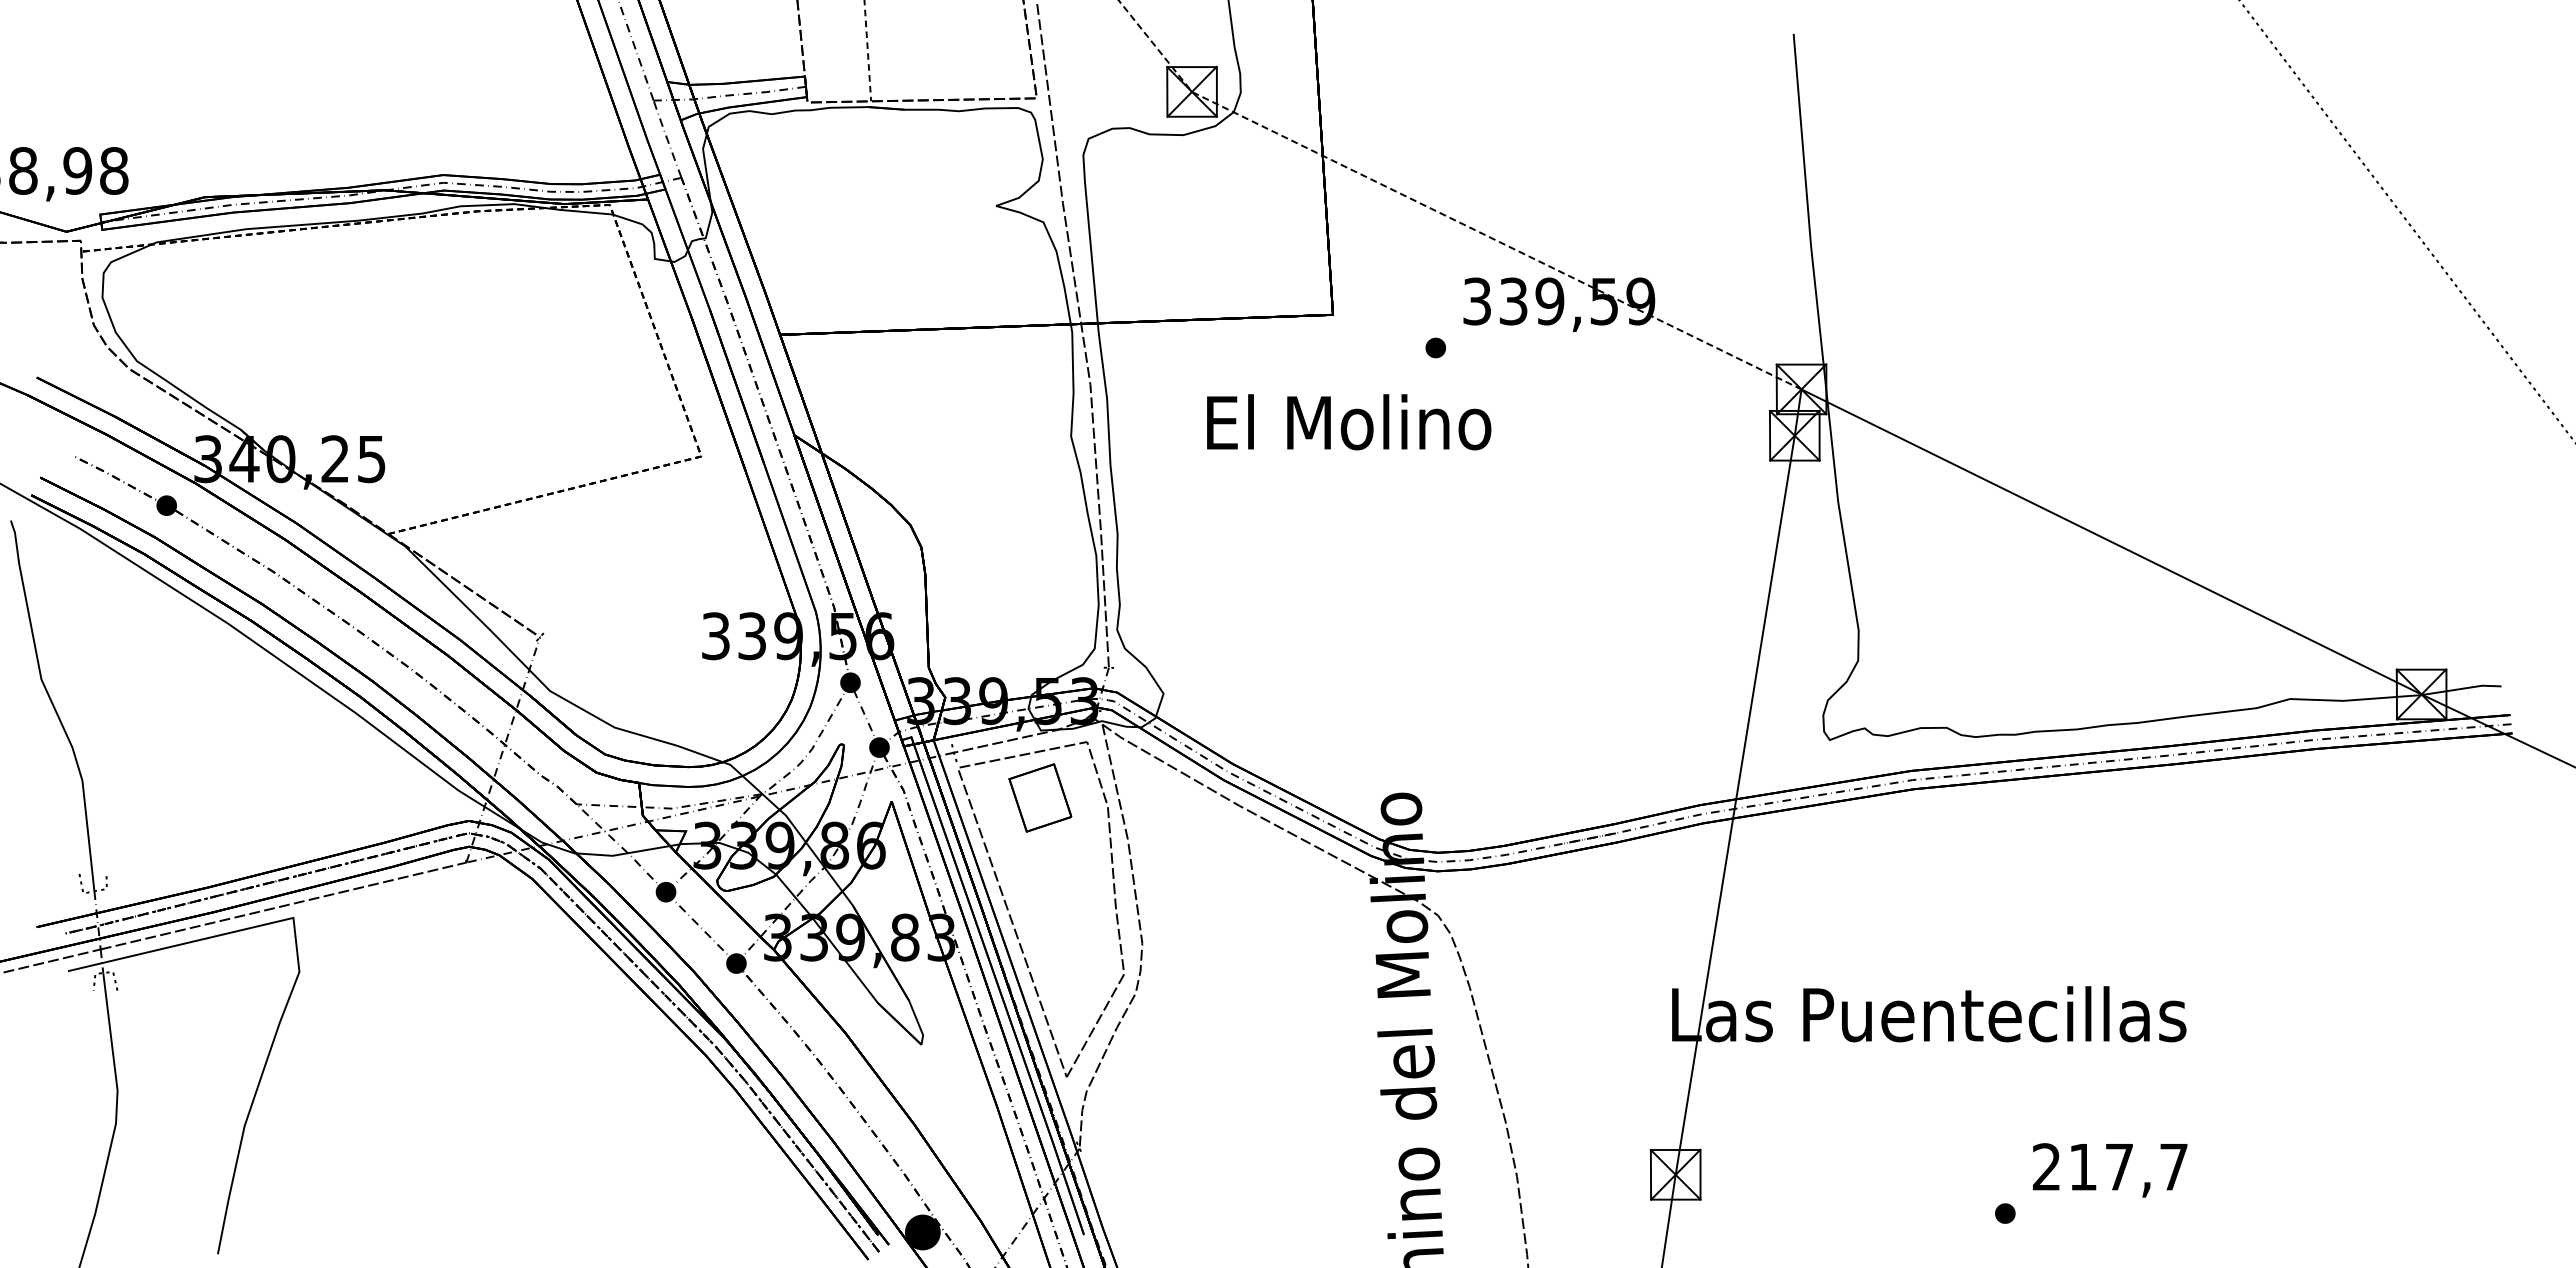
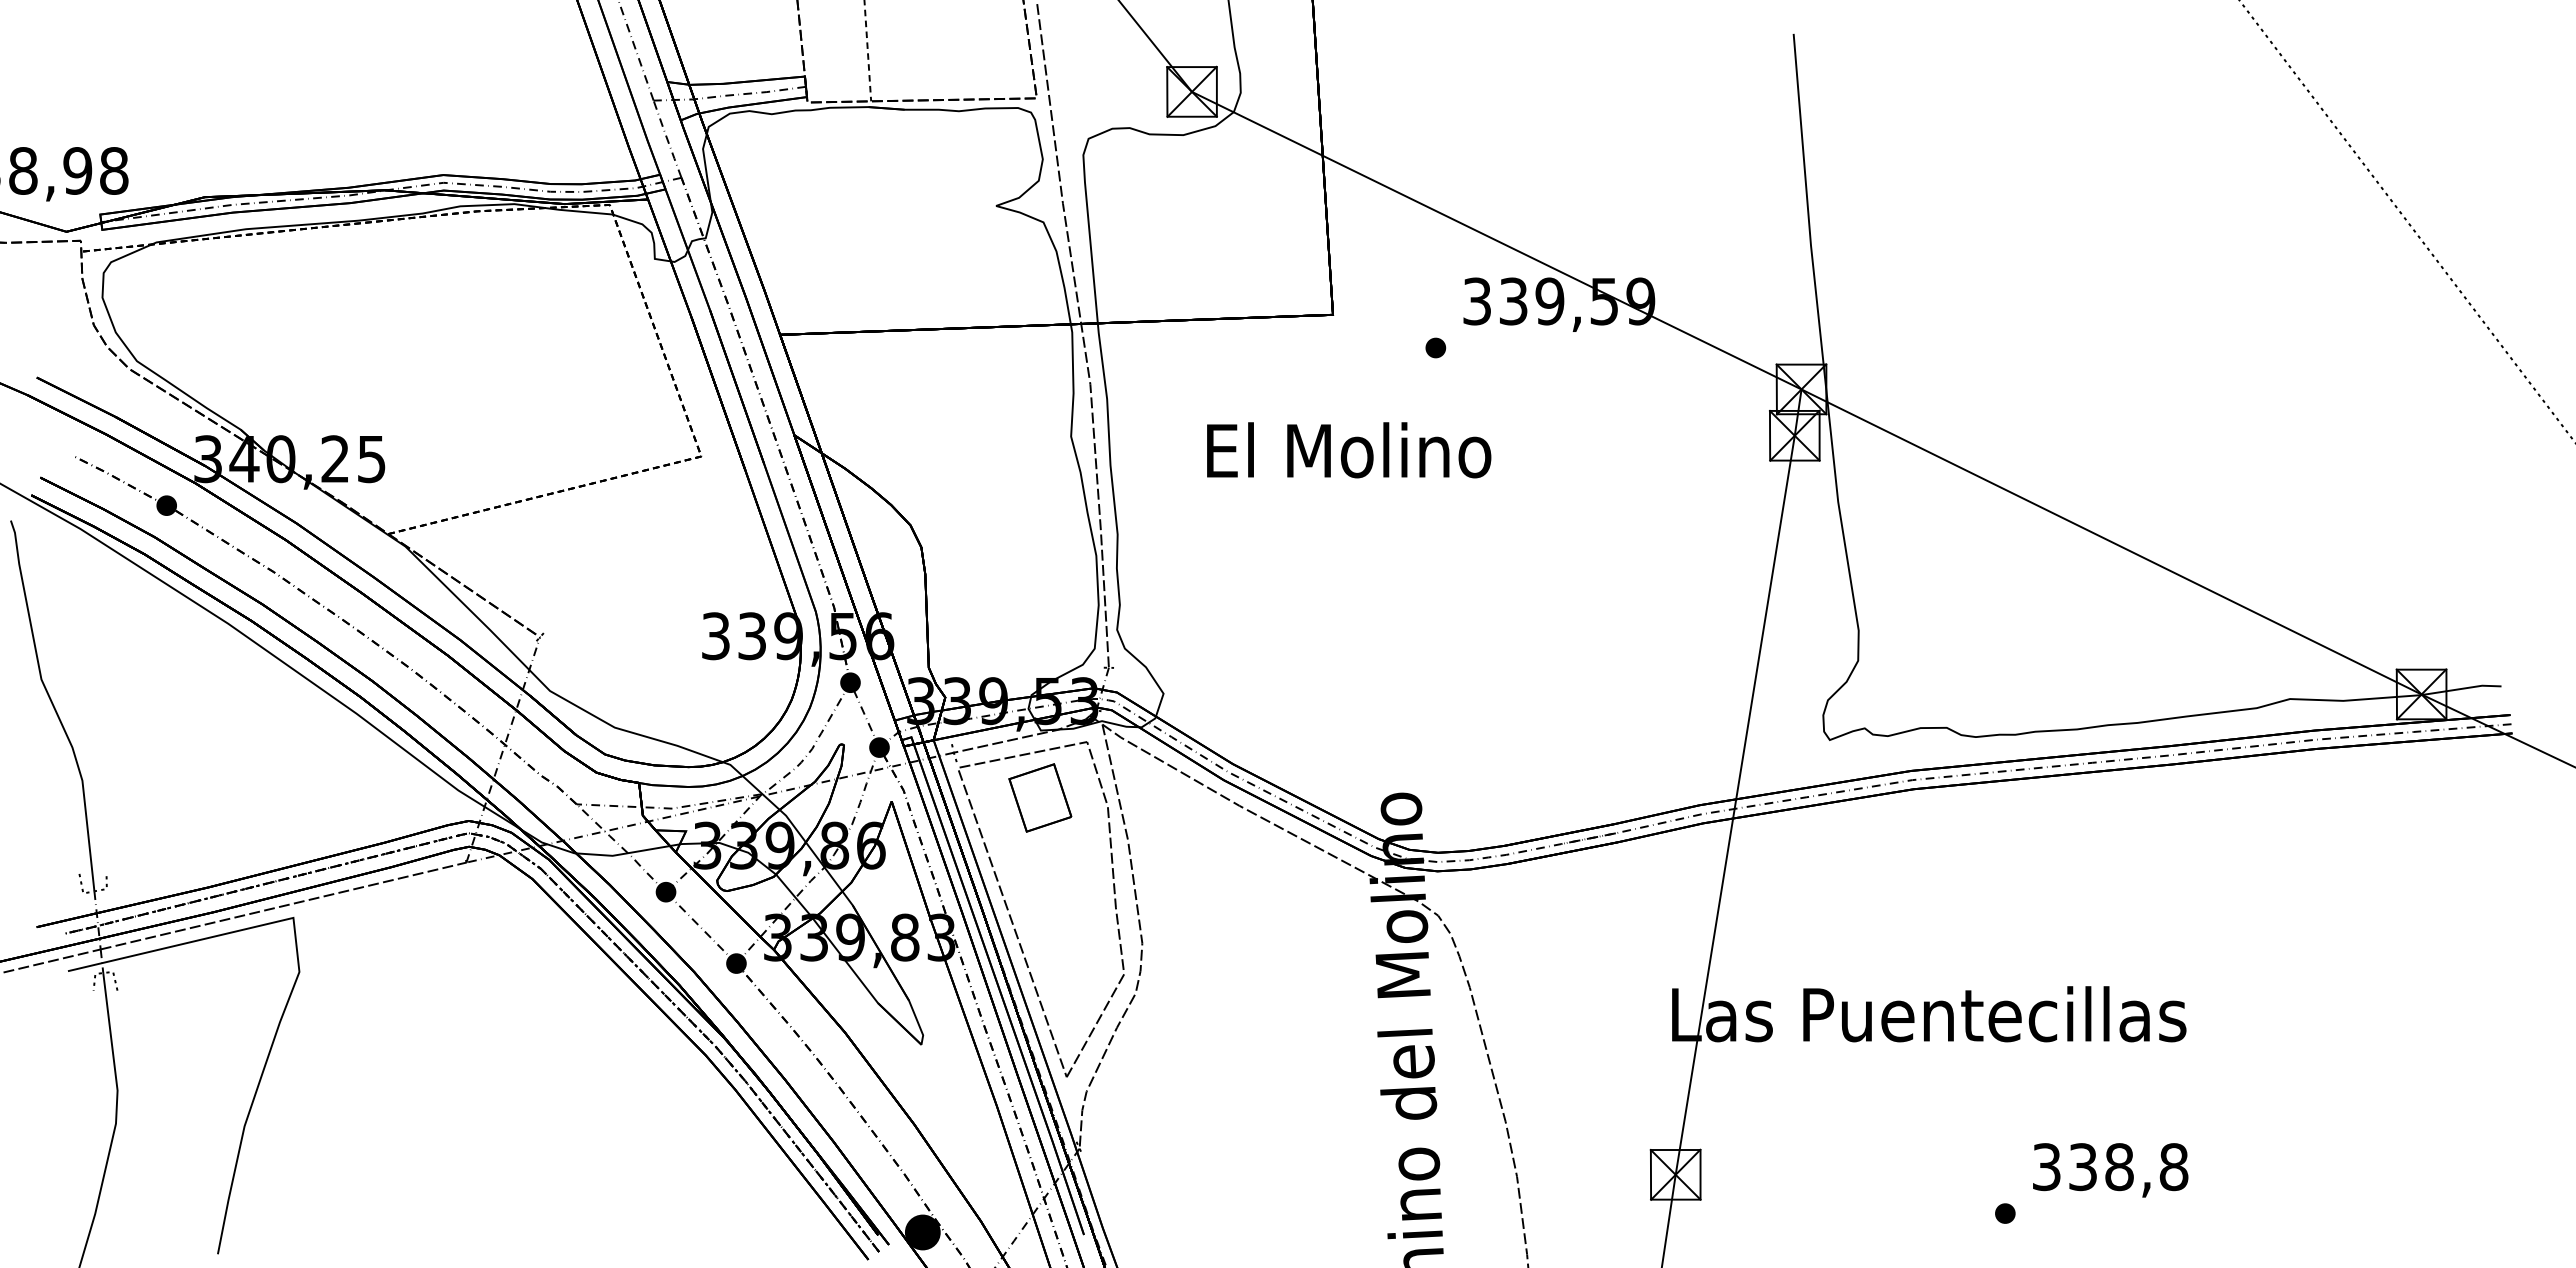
line at (1443, 214): dashed -> solid
text at (1349, 422) position: (1349, 422) -> (1349, 450)
text at (2110, 1167): 217,7 -> 338,8
